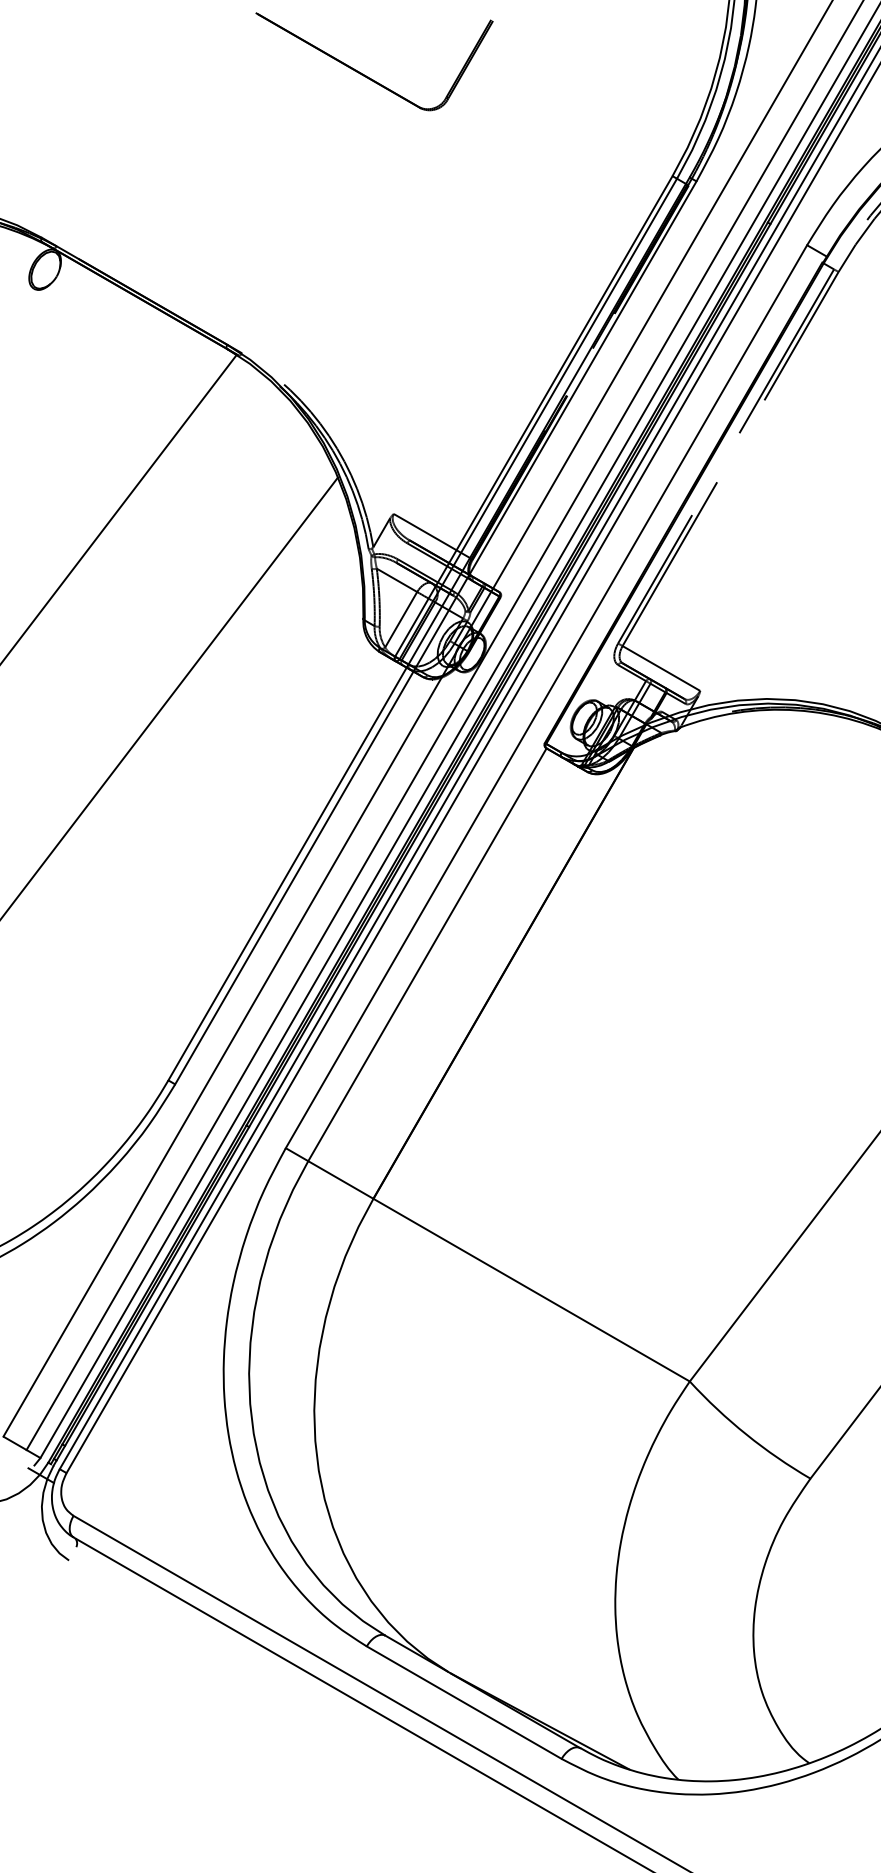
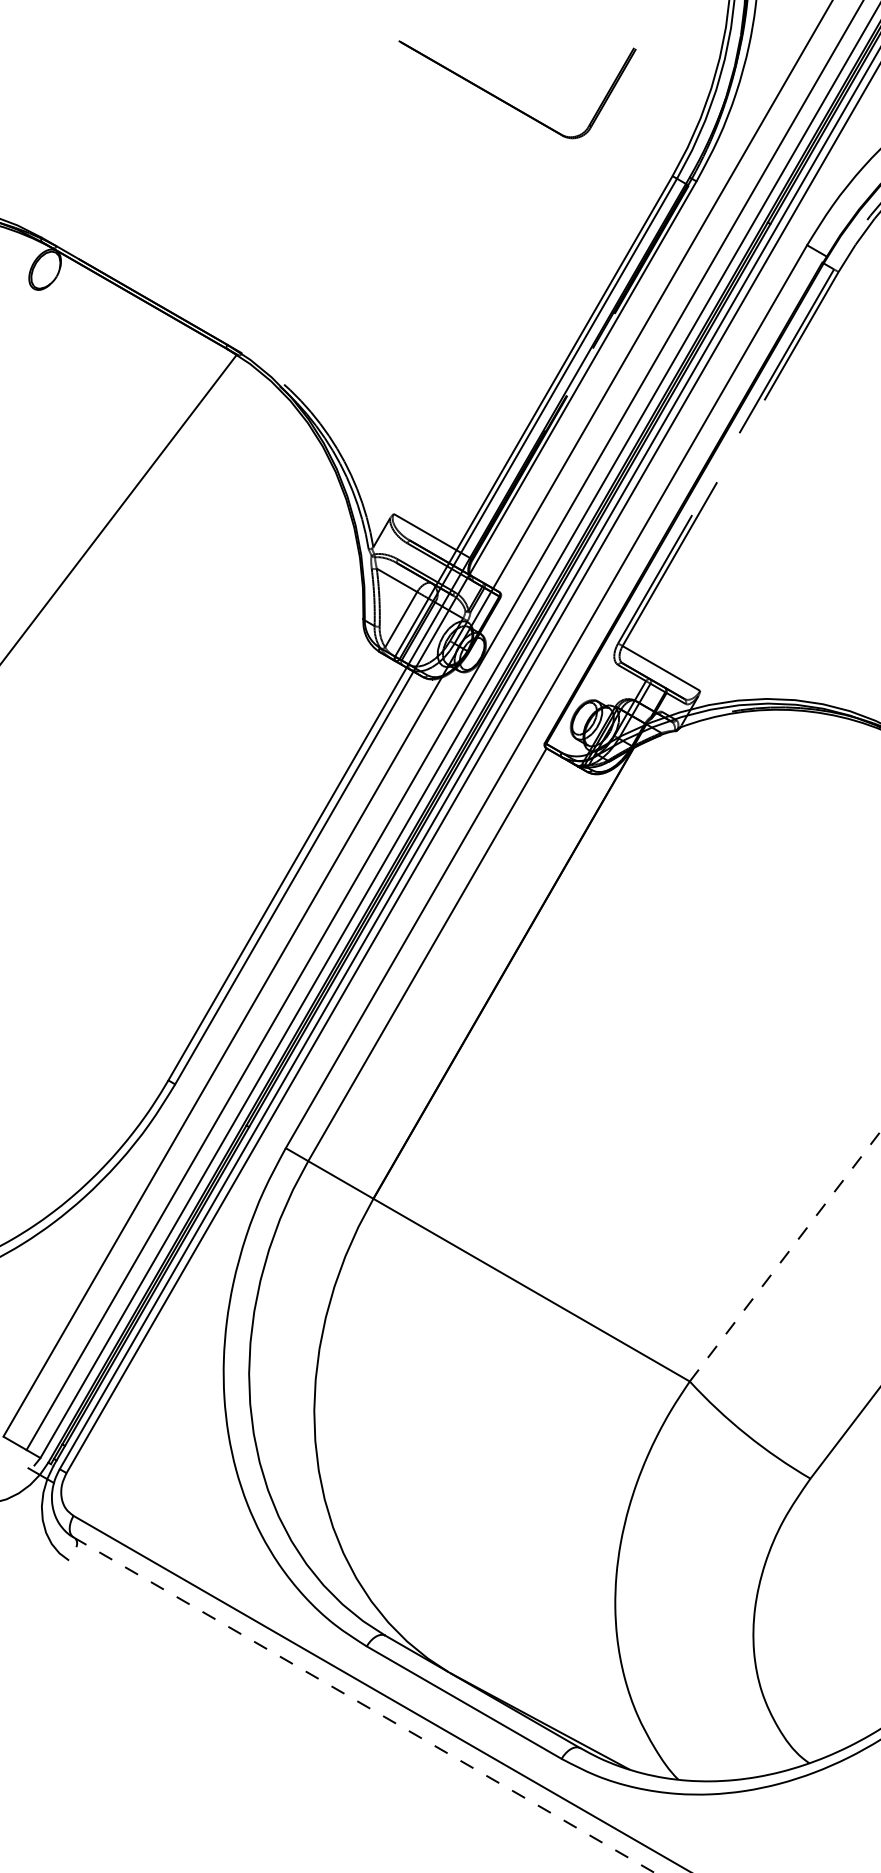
part at (366, 75) position: (366, 75) -> (509, 103)
line at (170, 697): present -> none
line at (785, 1256): solid -> dashed
line at (364, 1705): solid -> dashed
